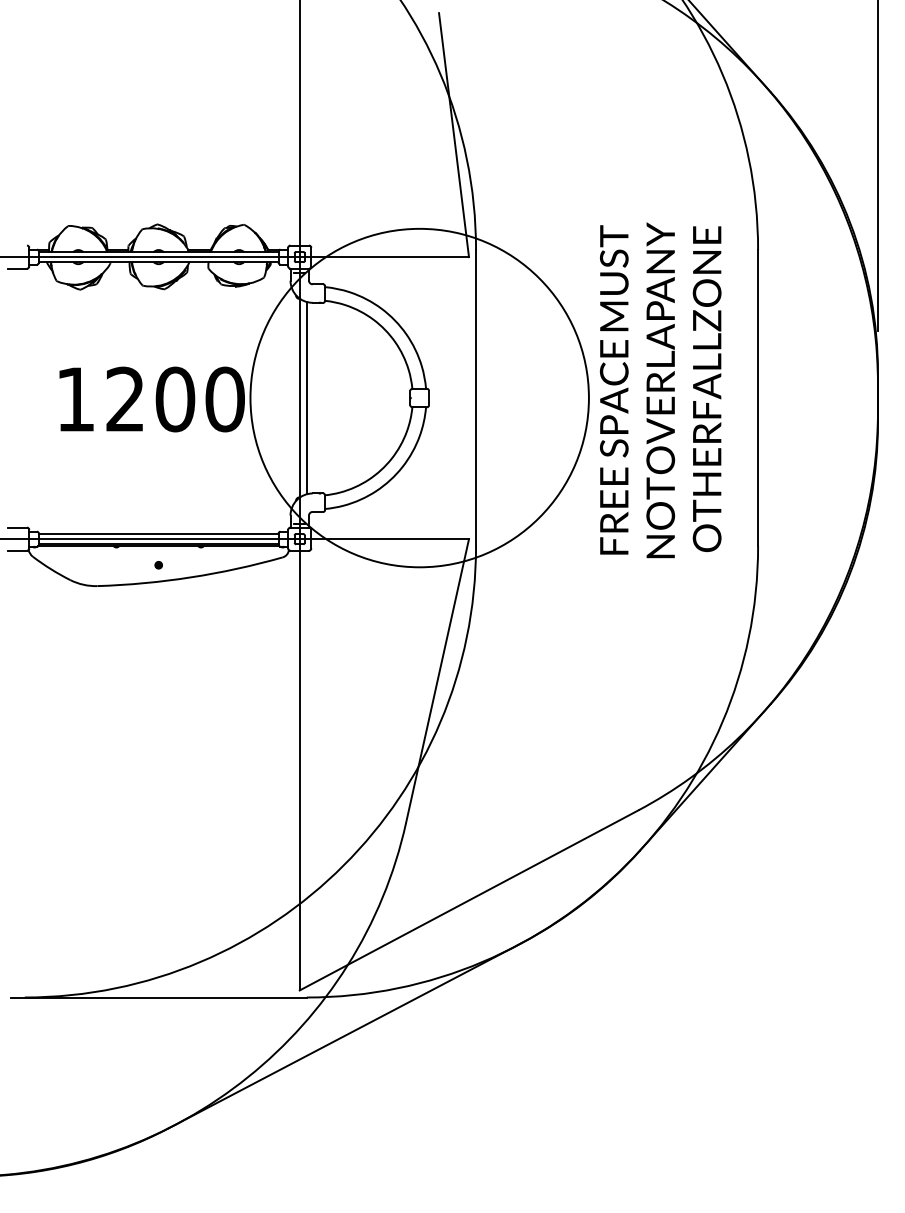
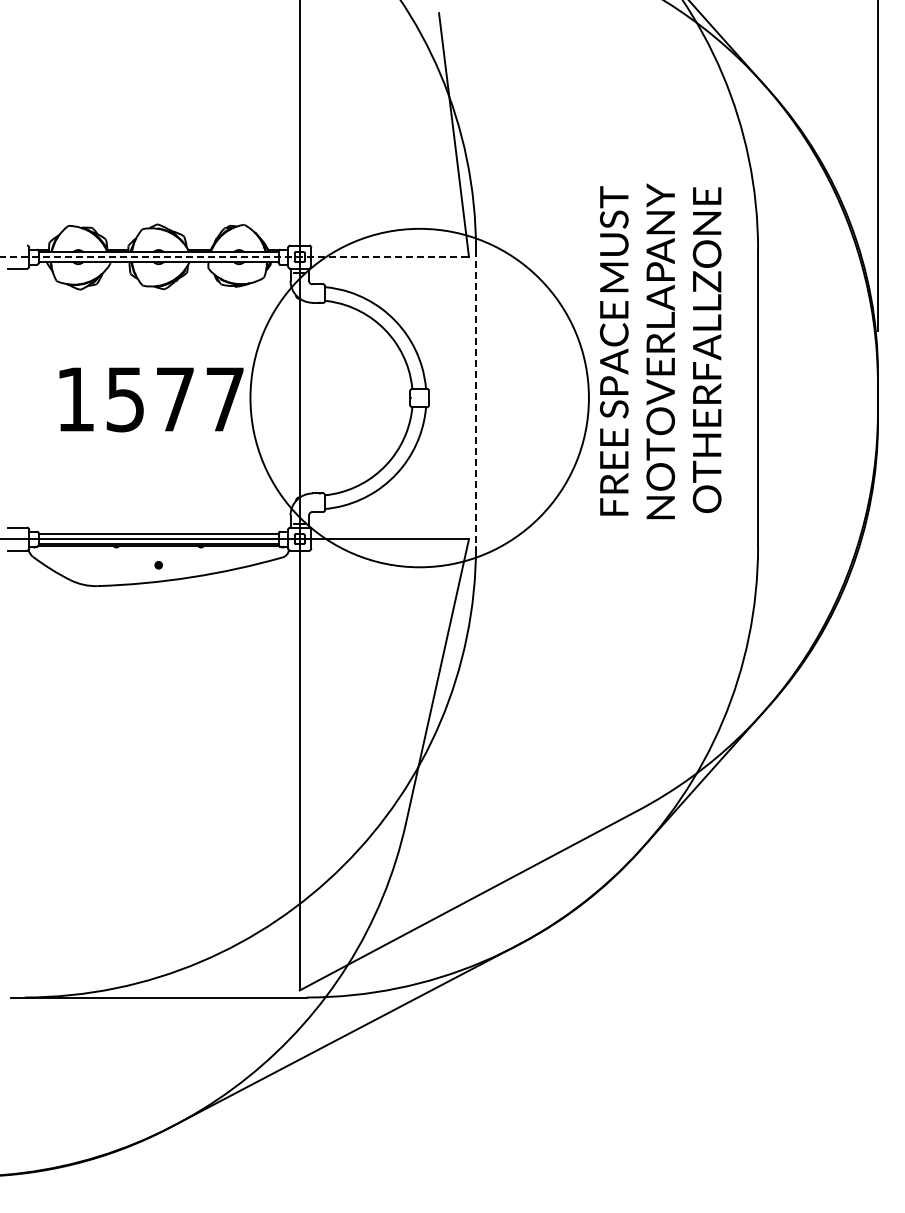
line at (235, 257): solid -> dashed
text at (660, 390) position: (660, 390) -> (660, 351)
line at (306, 398): present -> none
line at (476, 398): solid -> dashed
text at (175, 399): 1200 -> 1577
